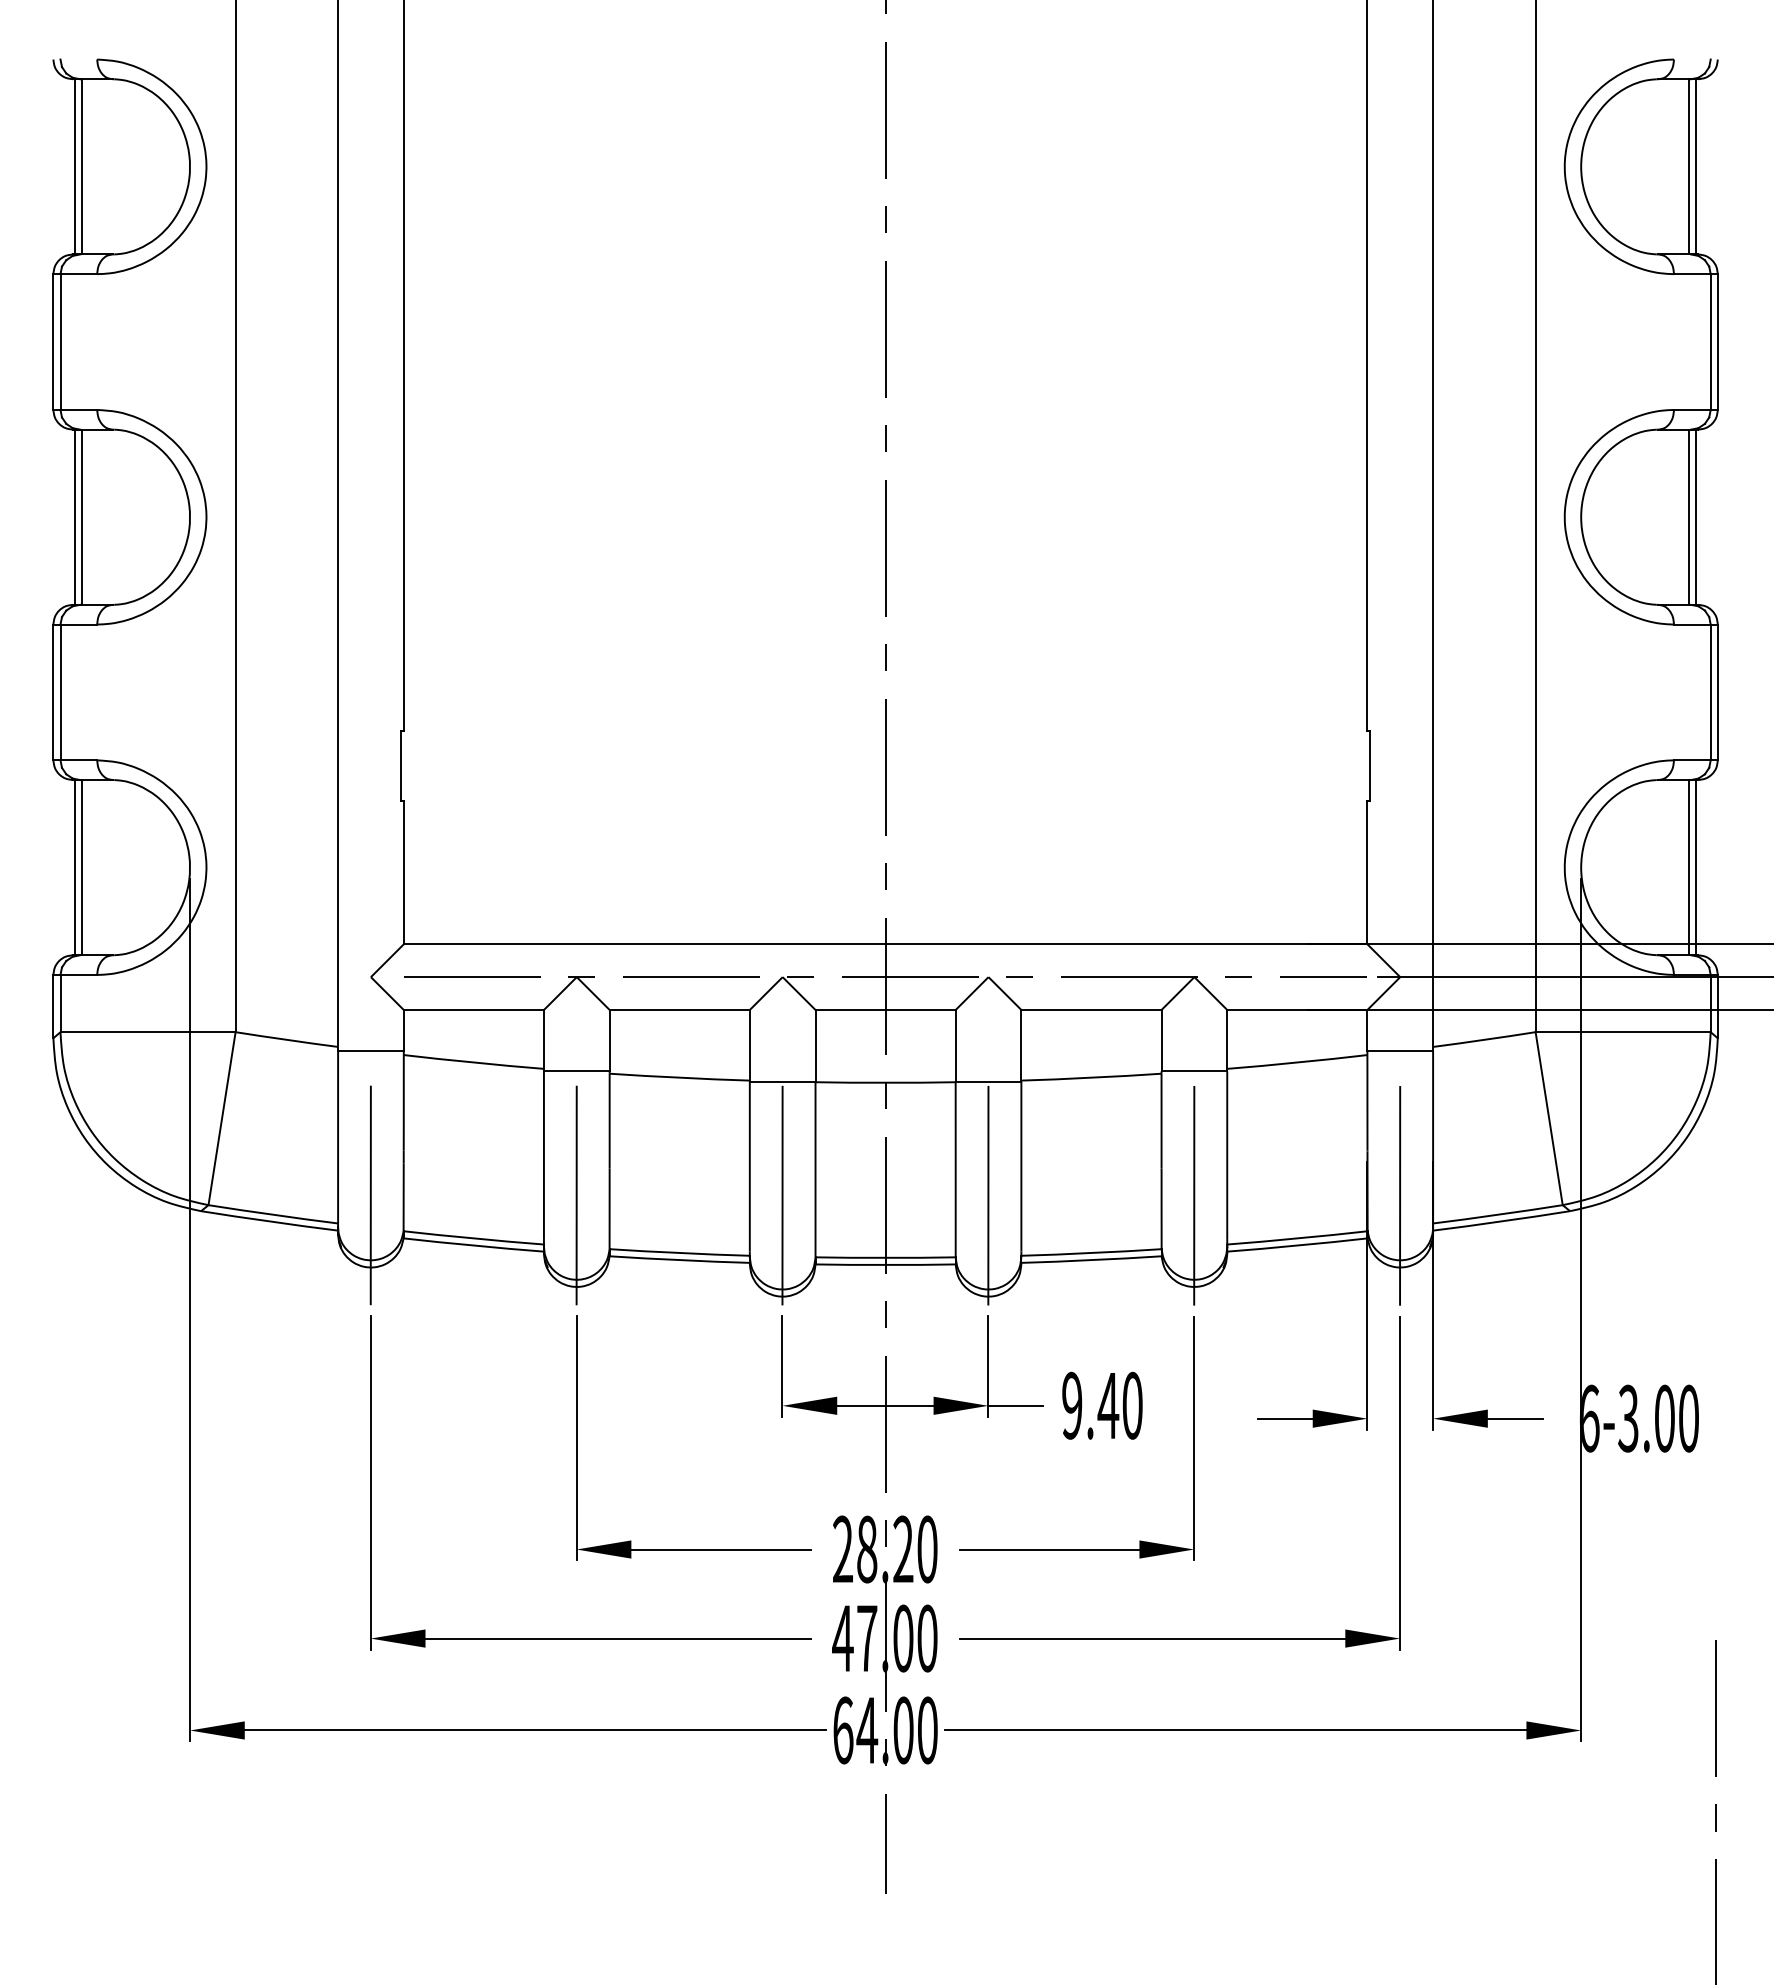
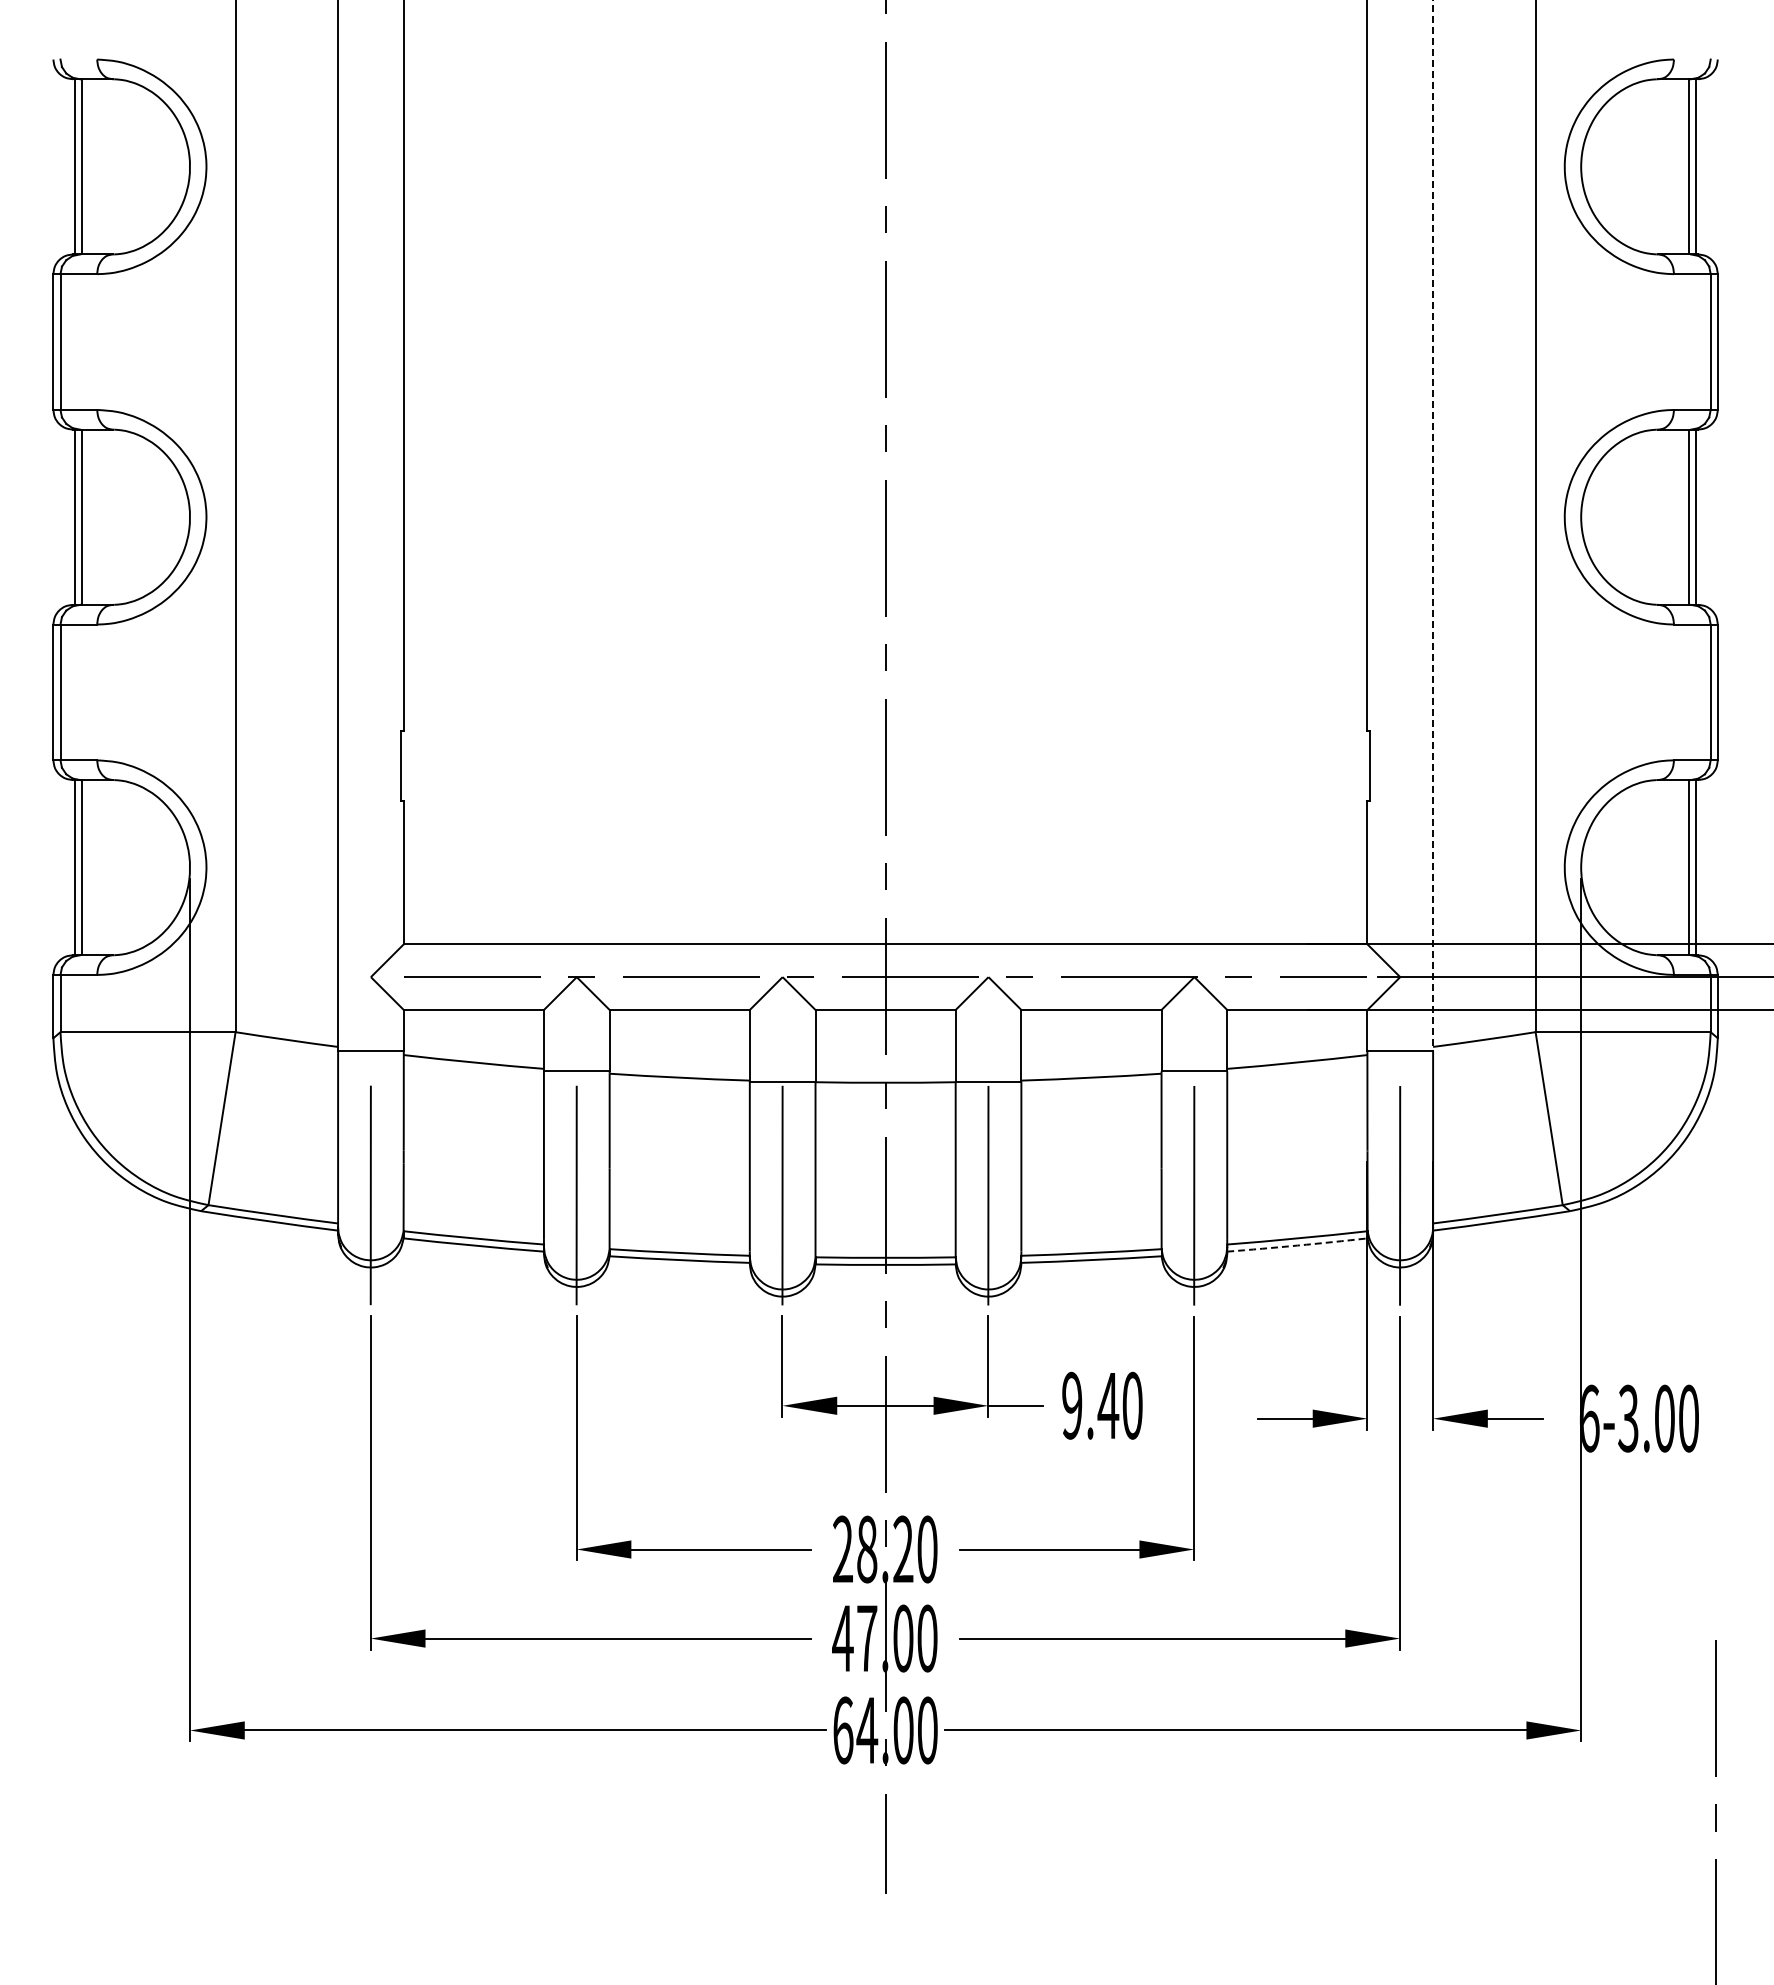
line at (1433, 526): solid -> dashed
arc at (1297, 1245): solid -> dashed
